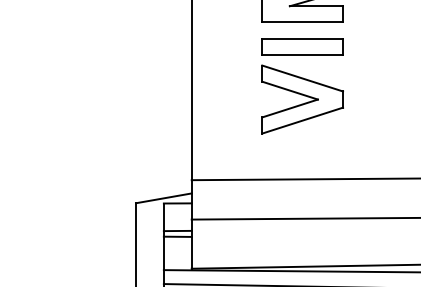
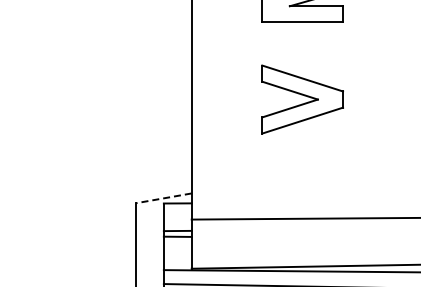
part at (302, 46): present -> none
line at (304, 179): present -> none
line at (163, 198): solid -> dashed
